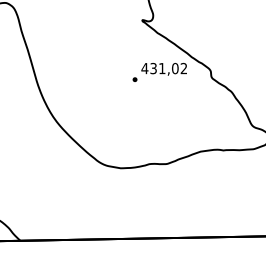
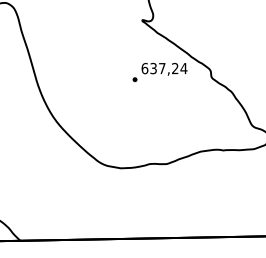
text at (164, 68): 431,02 -> 637,24
